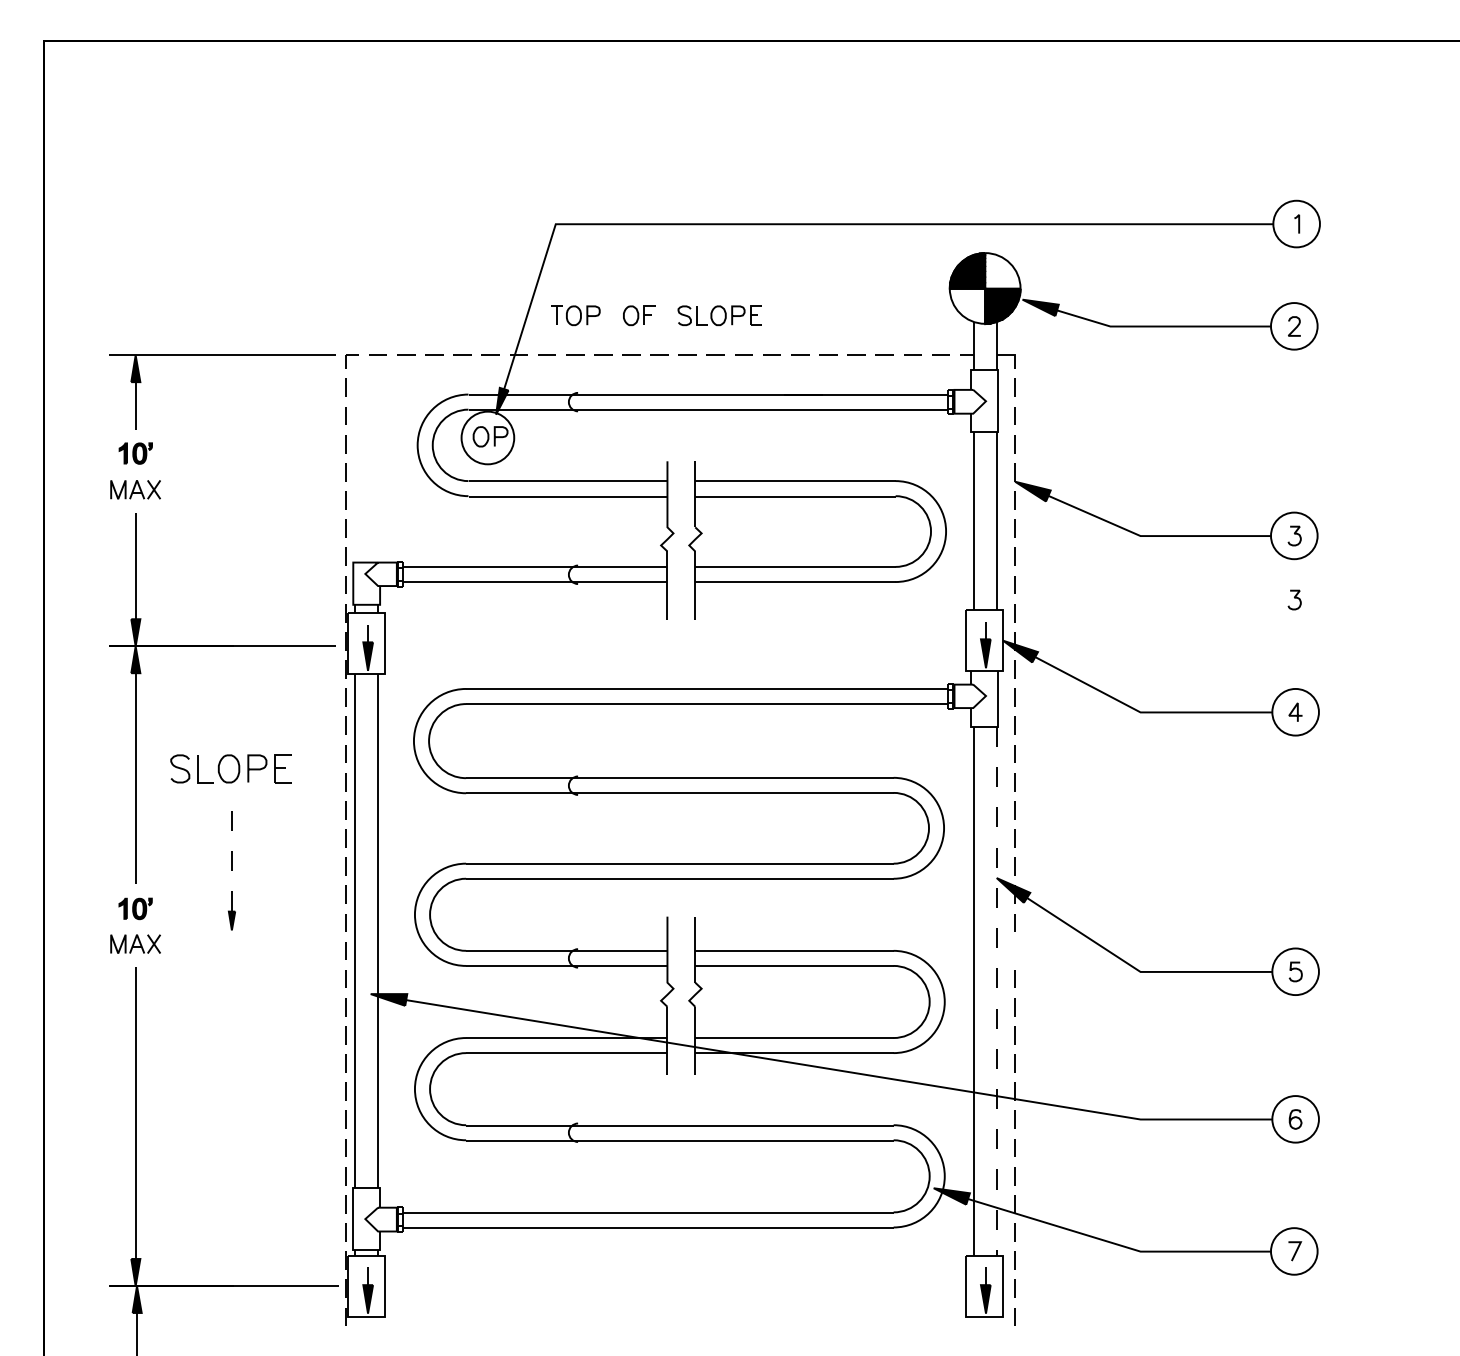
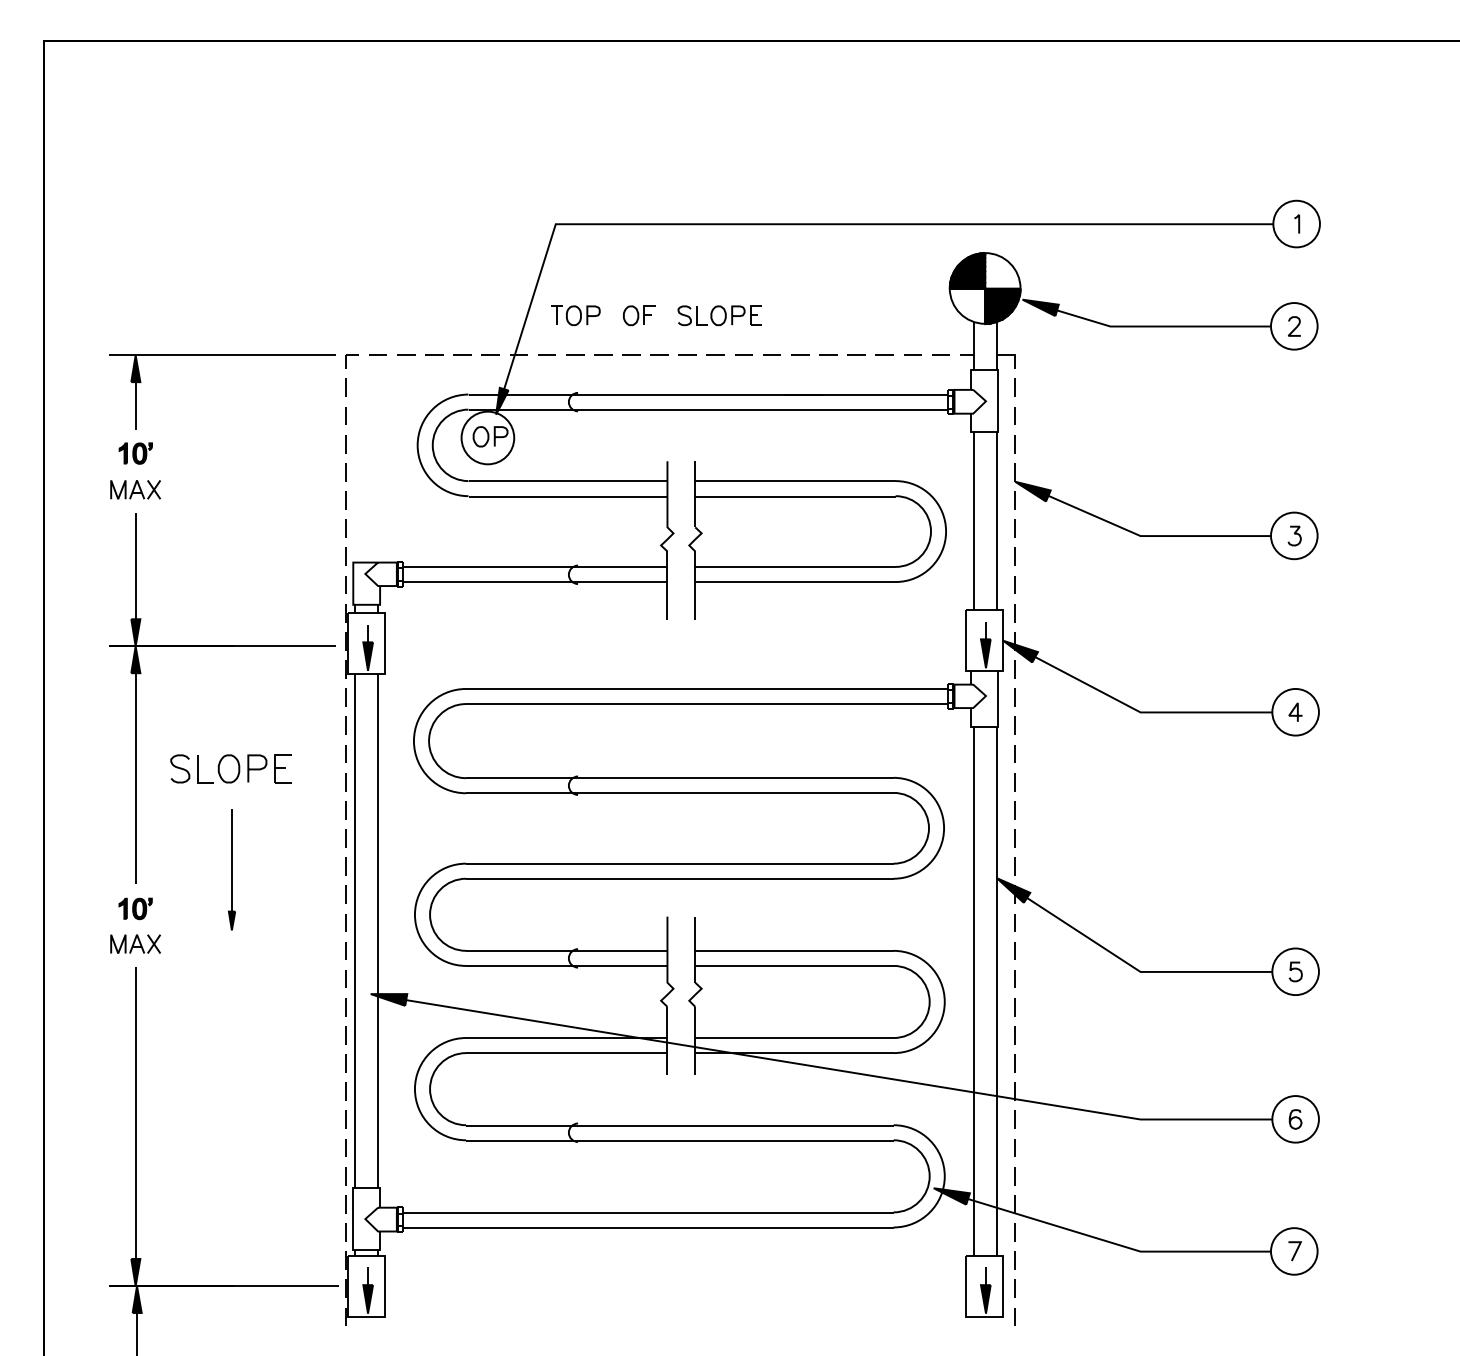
curve at (1294, 598): present -> none
line at (231, 859): dashed -> solid
line at (1014, 950): none -> present
line at (996, 991): dashed -> solid
